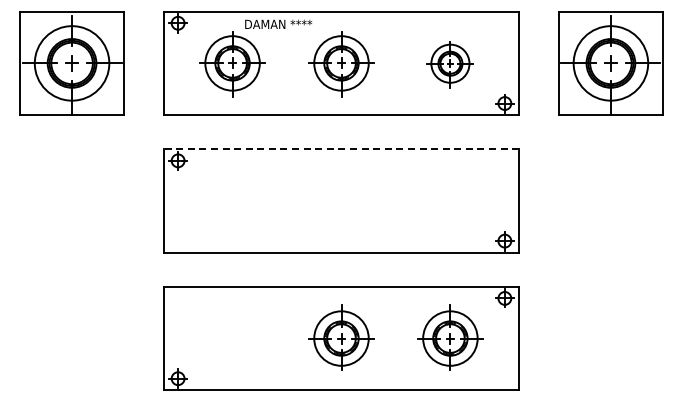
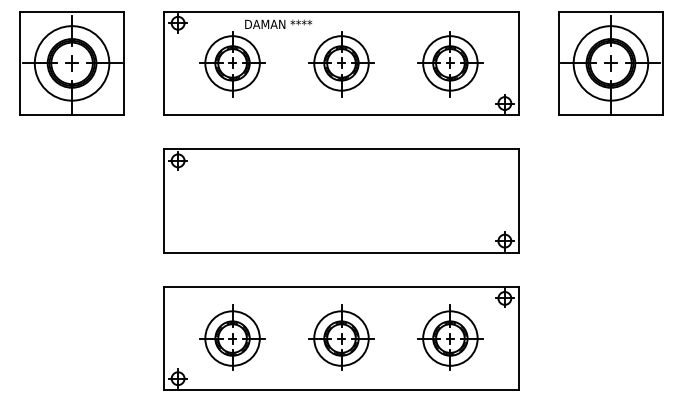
part at (449, 64) size: 48x48 px -> 67x67 px
line at (341, 149): dashed -> solid
part at (232, 337): none -> present
